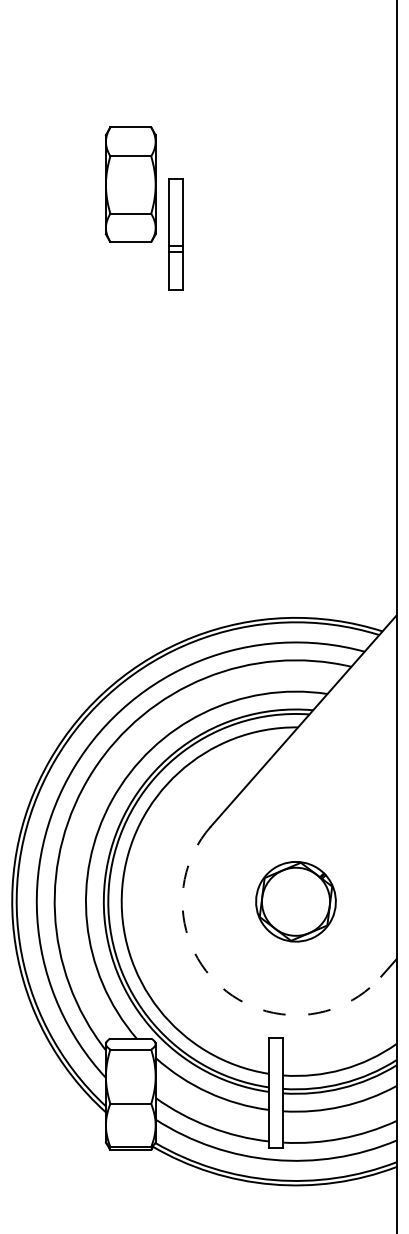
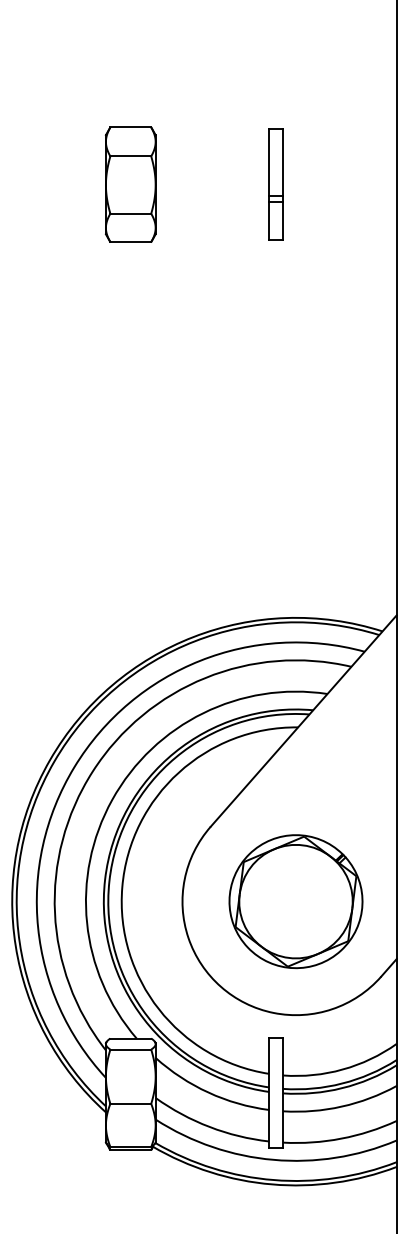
part at (175, 234) position: (175, 234) -> (275, 184)
part at (295, 901) size: 82x82 px -> 136x136 px
arc at (221, 986): dashed -> solid
